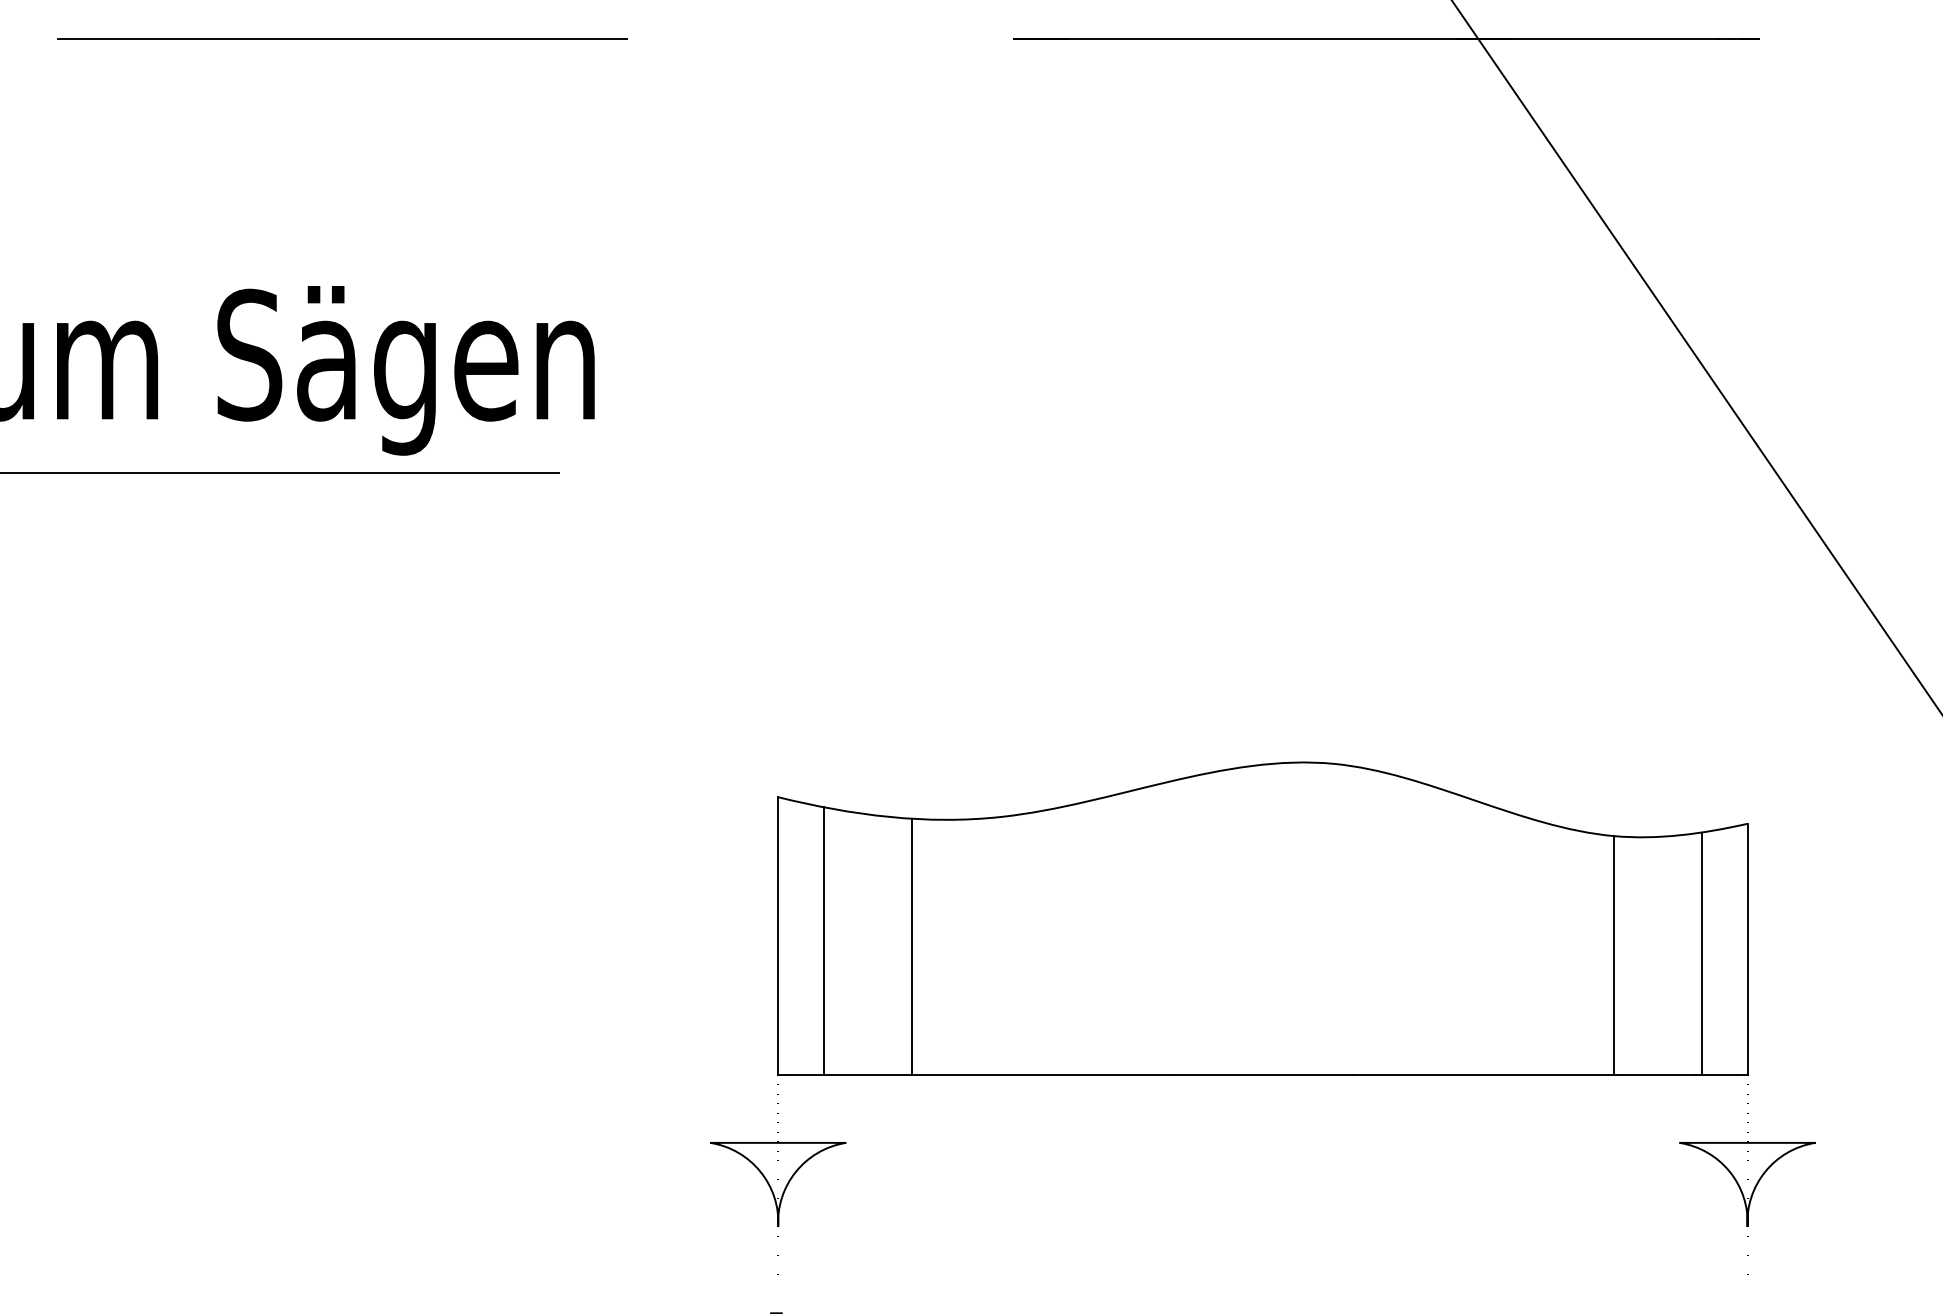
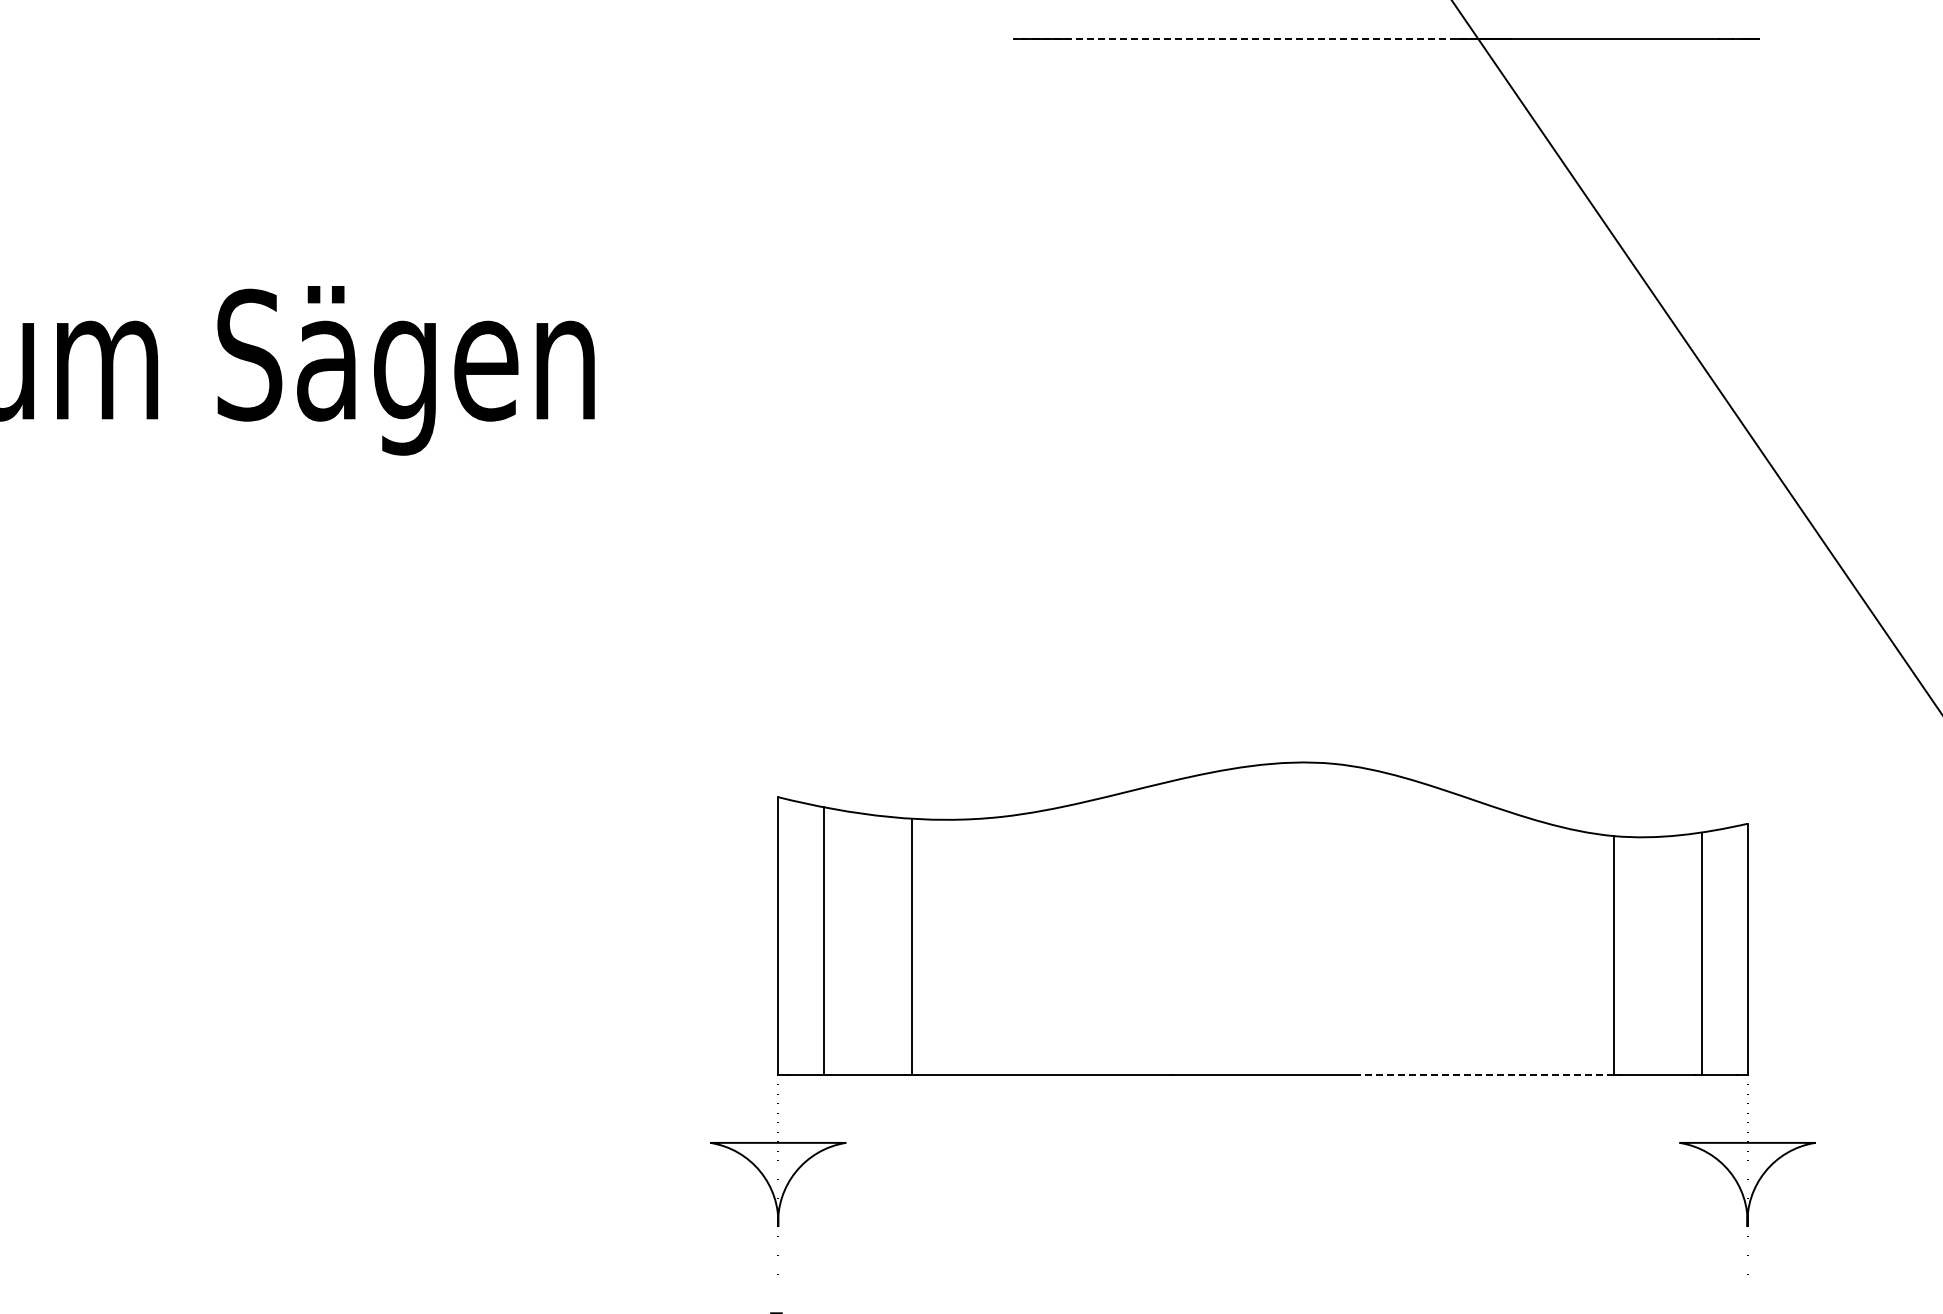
line at (342, 39): present -> none
line at (1262, 39): solid -> dashed
line at (280, 472): present -> none
line at (1483, 1074): solid -> dashed
